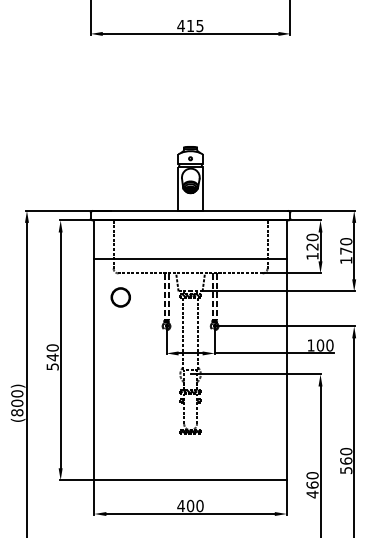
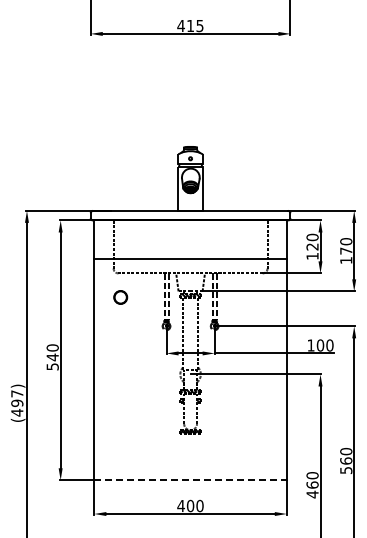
circle at (120, 297) size: 21x21 px -> 16x15 px
text at (17, 403): (800) -> (497)
line at (191, 480): solid -> dashed
